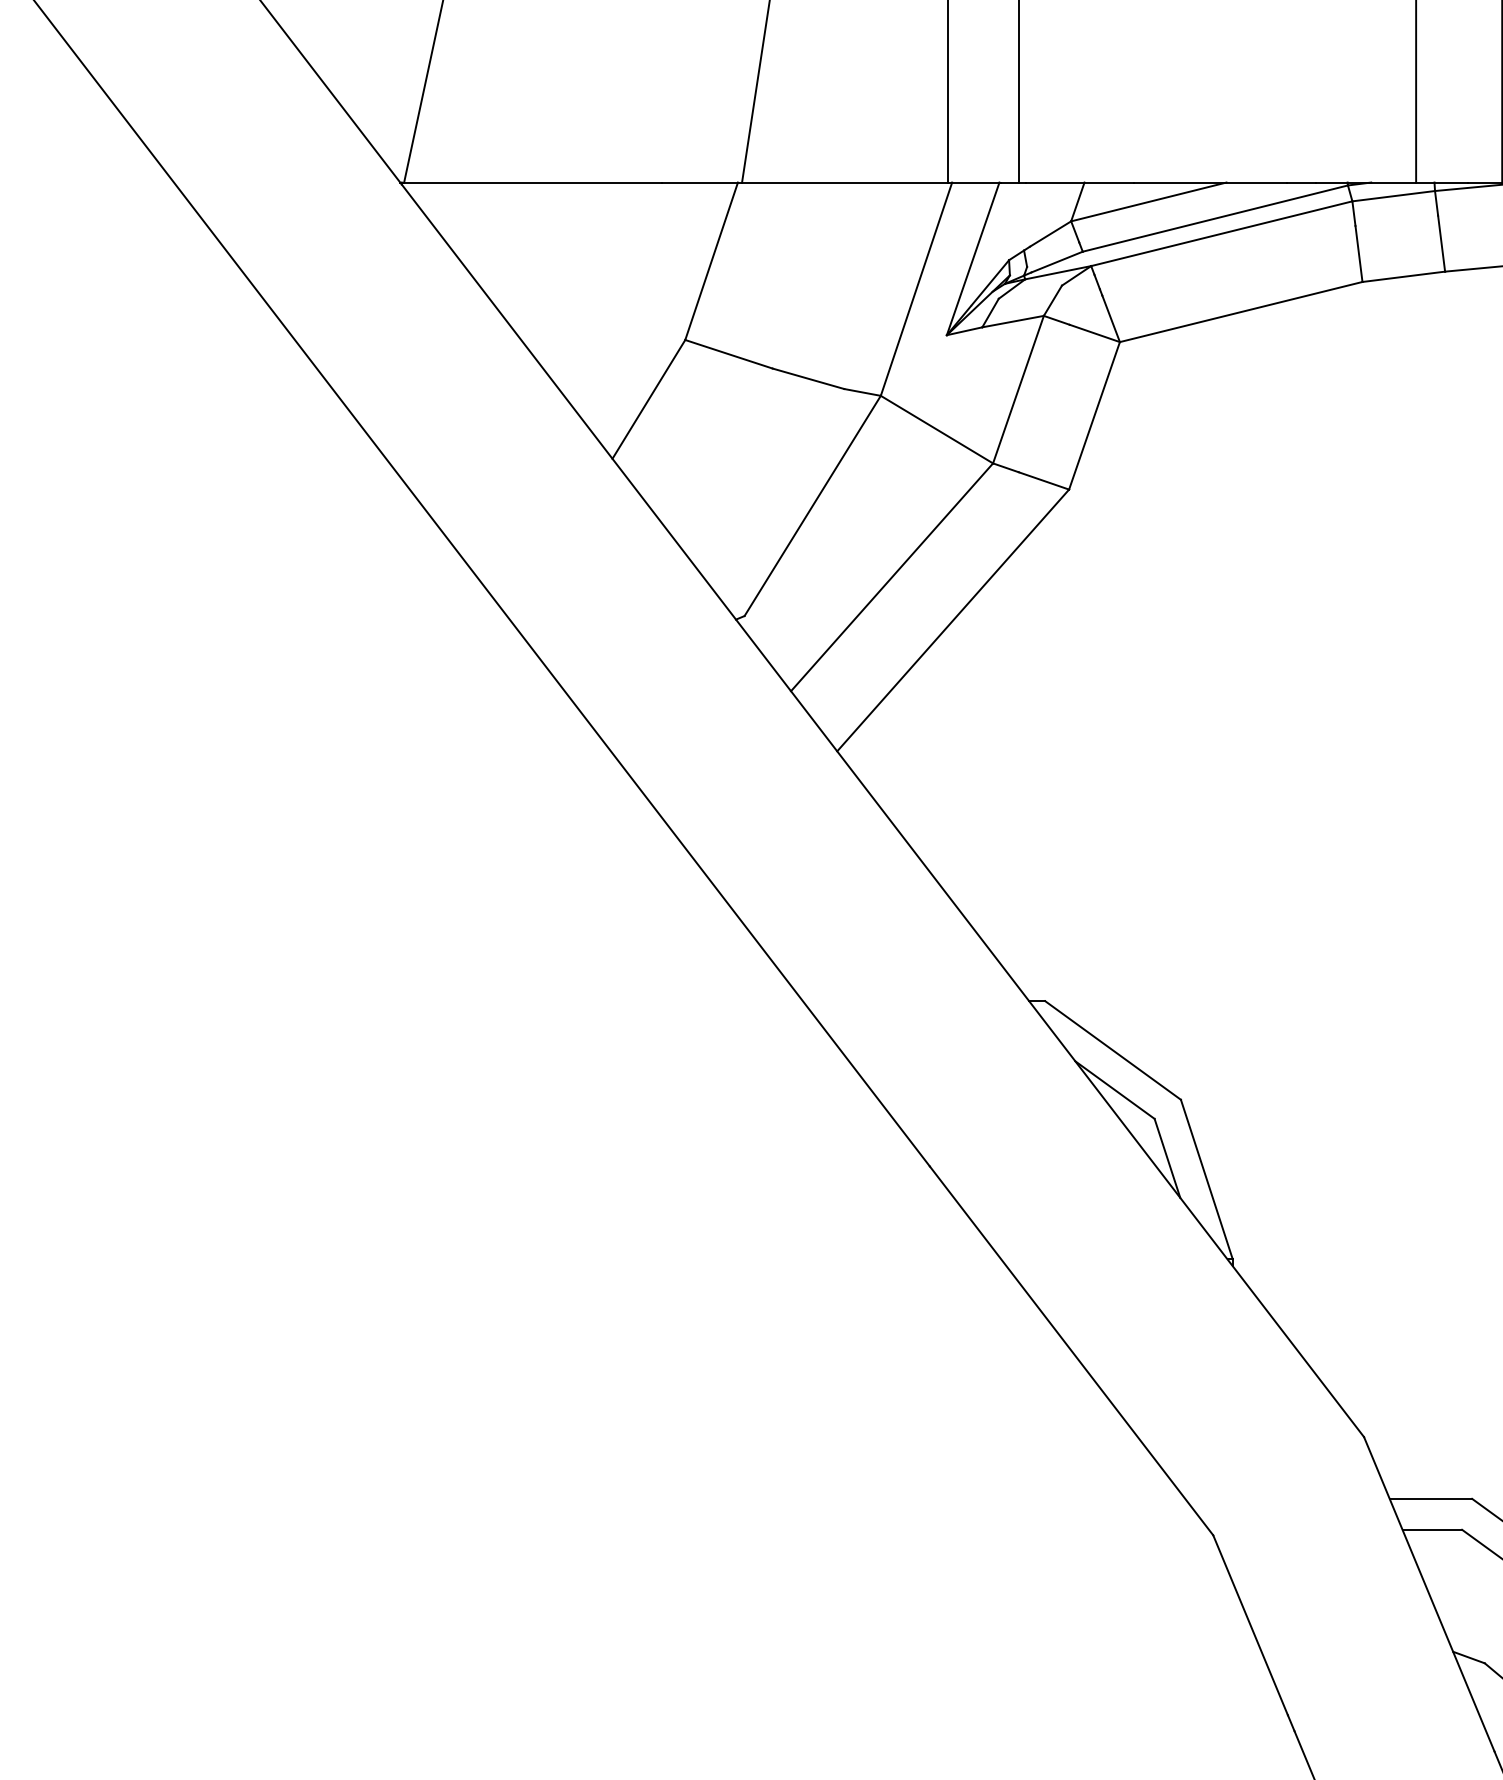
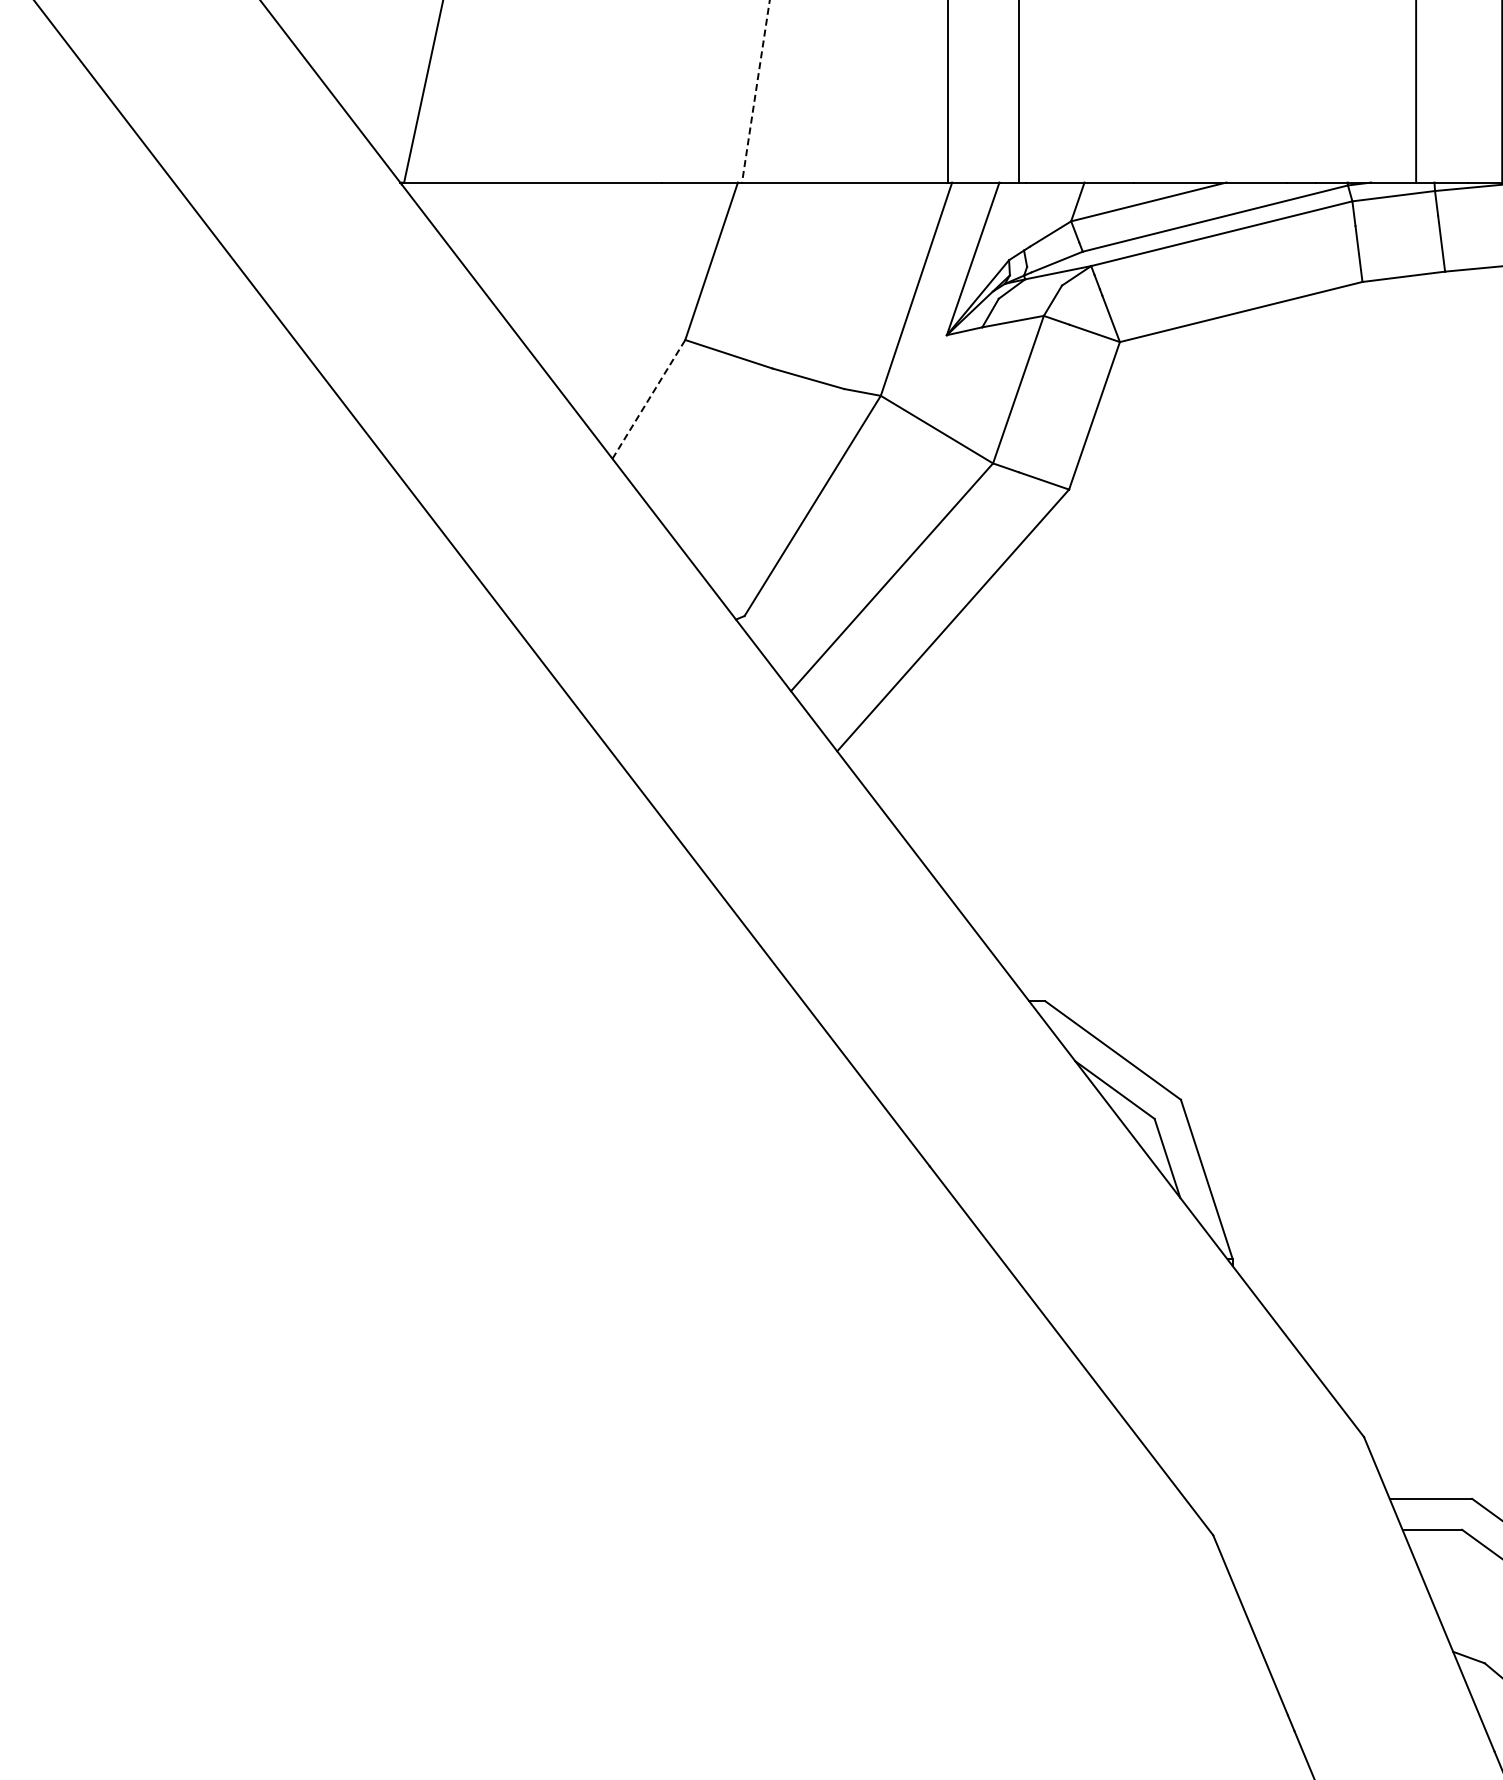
line at (755, 91): solid -> dashed
line at (648, 399): solid -> dashed
